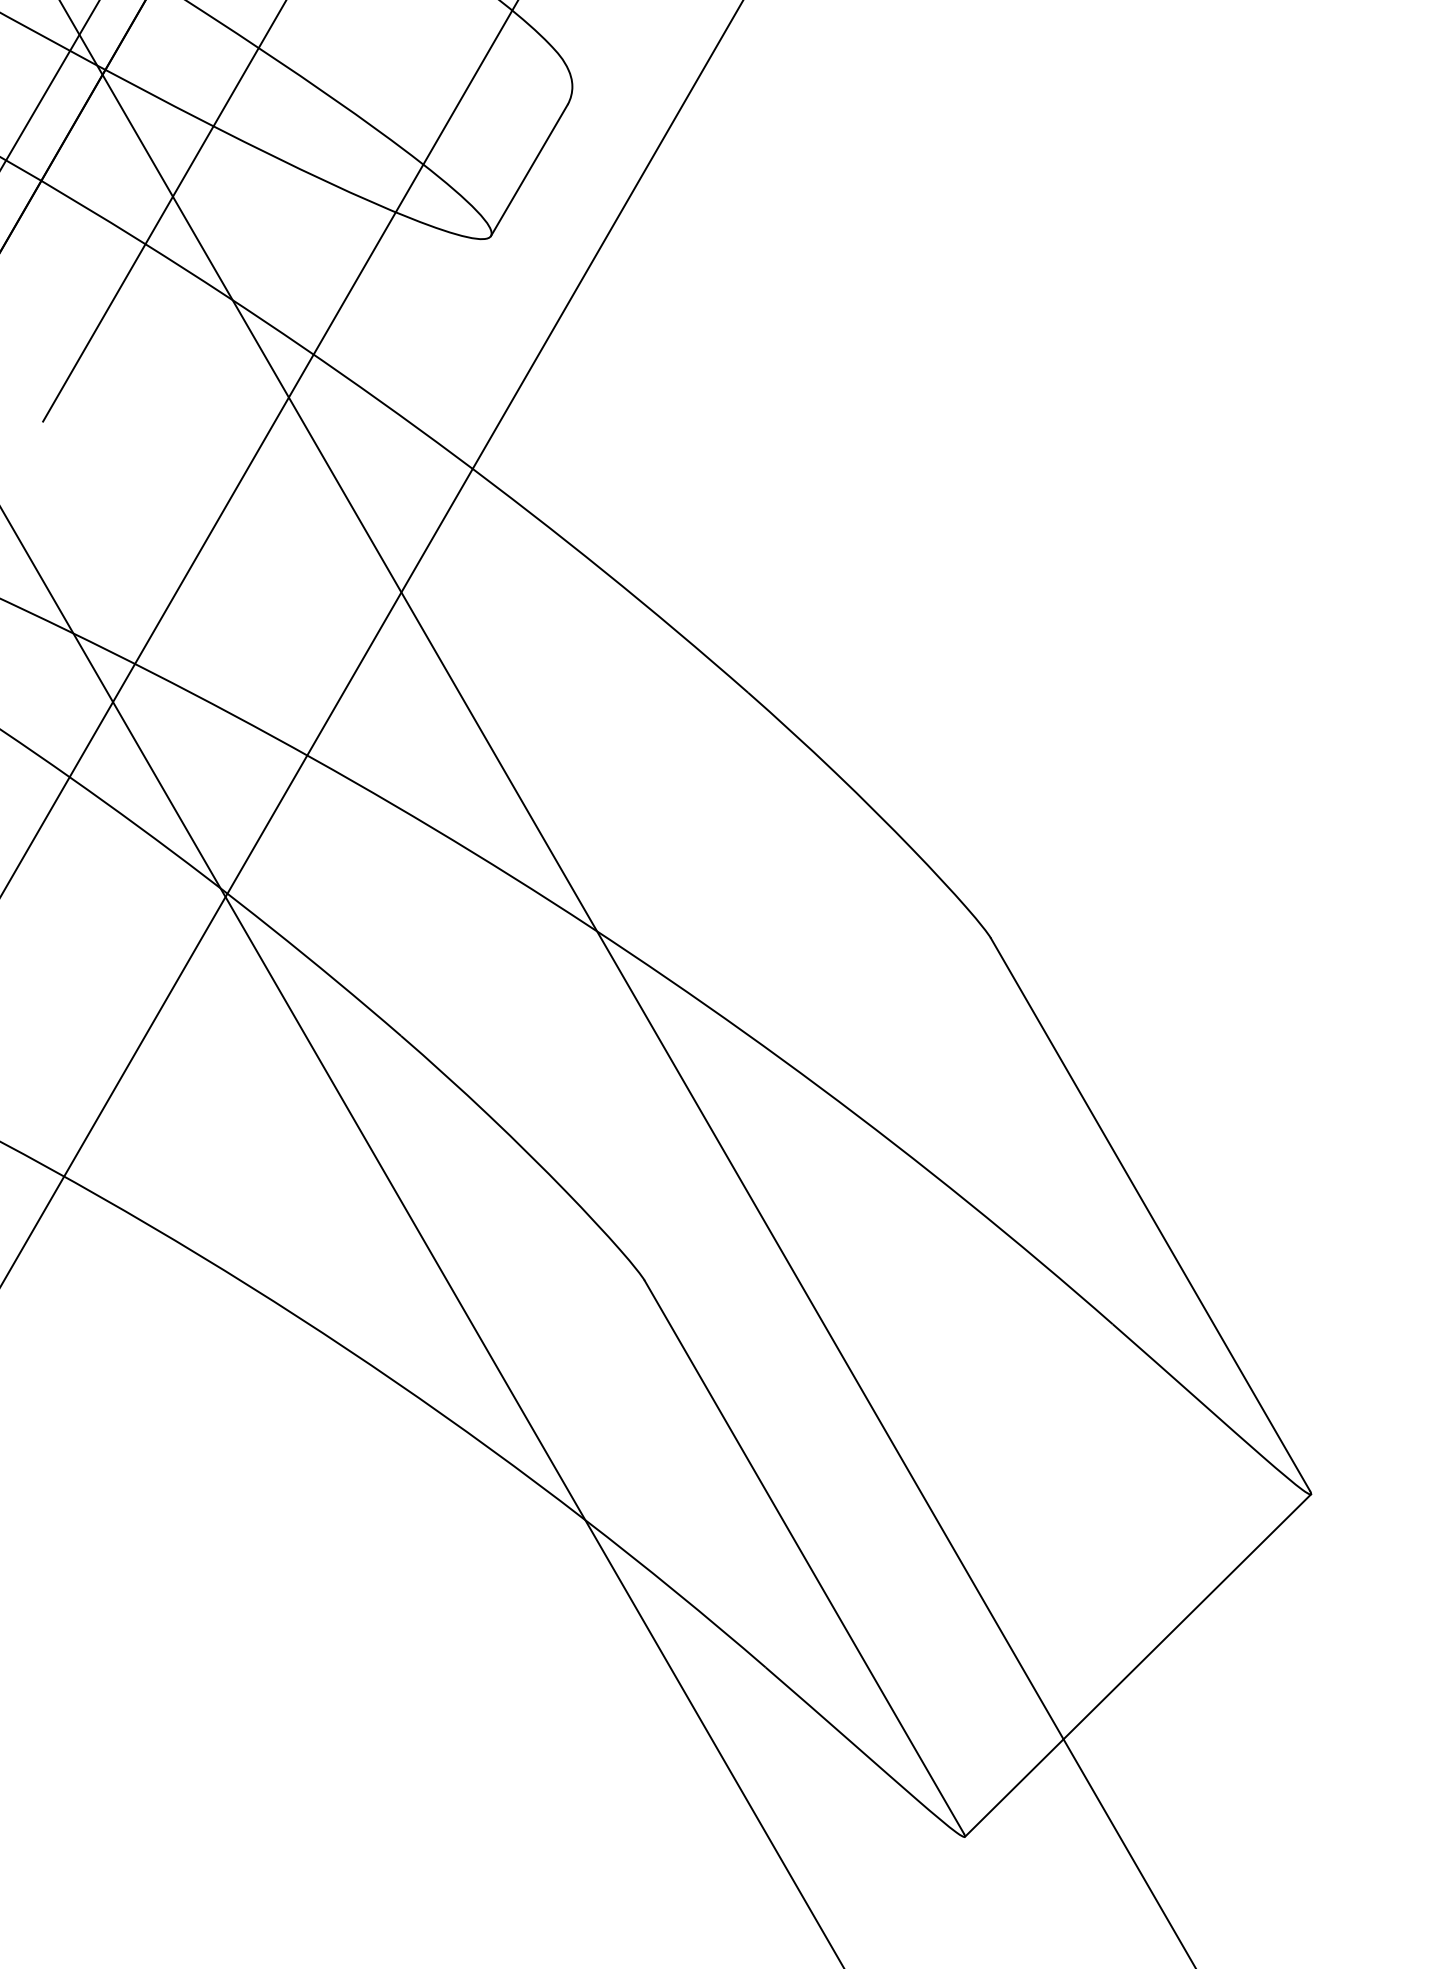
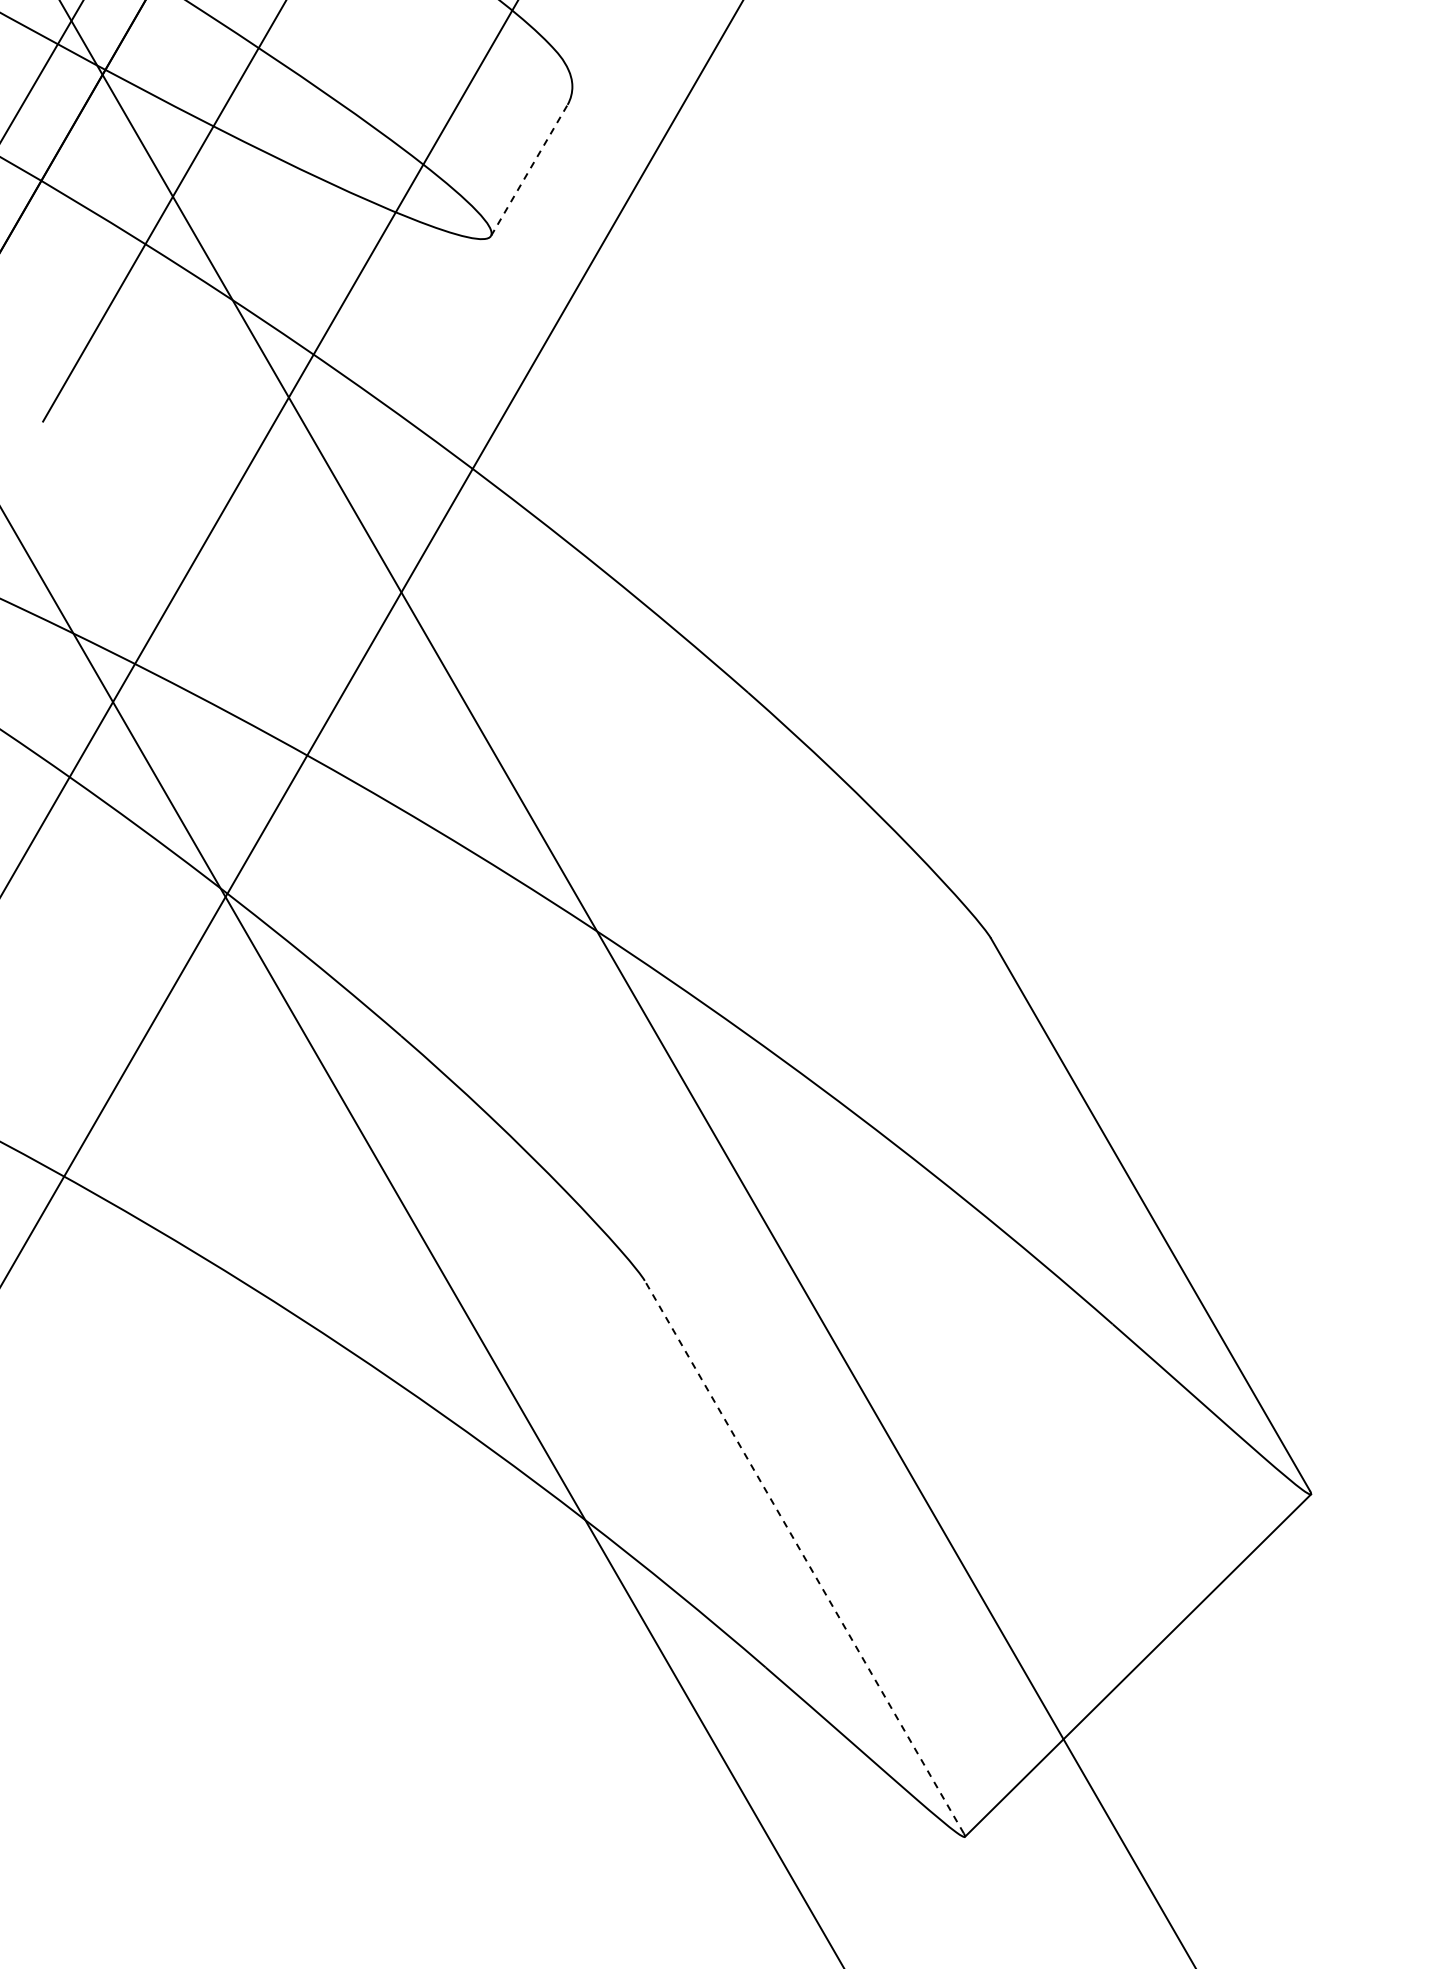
line at (50, 84) position: (50, 84) -> (42, 70)
line at (529, 170): solid -> dashed
line at (804, 1556): solid -> dashed
